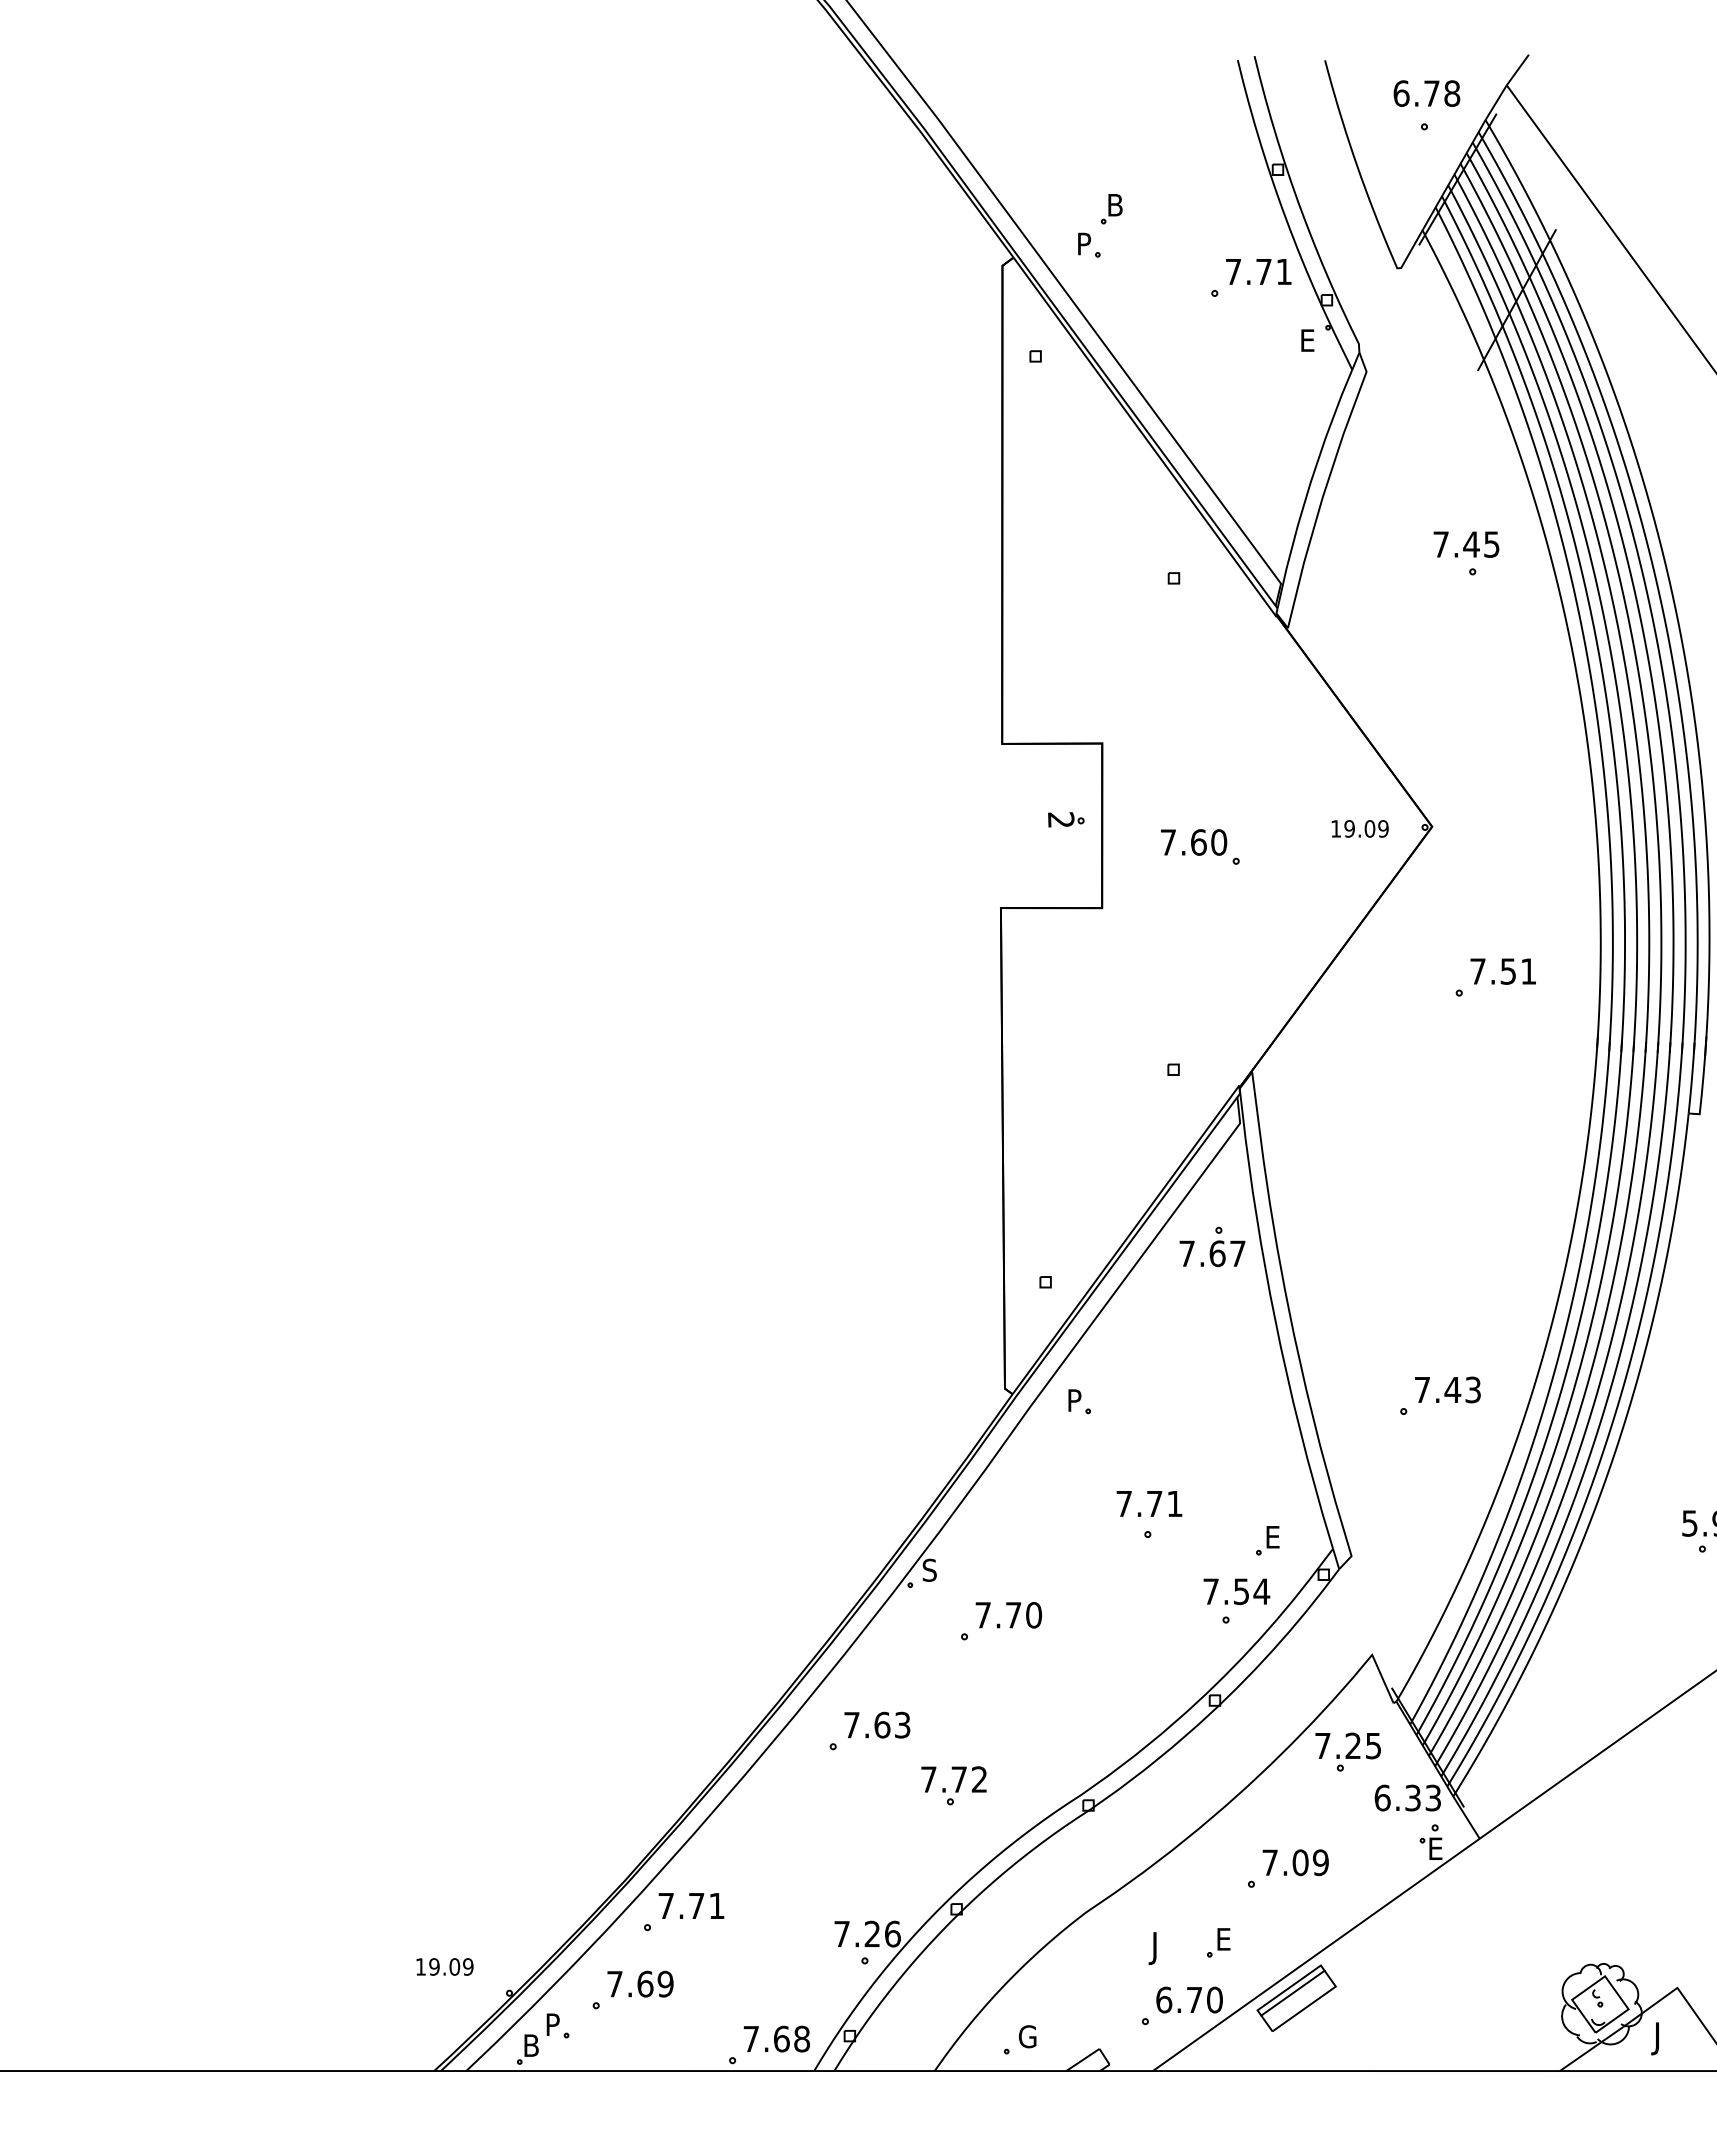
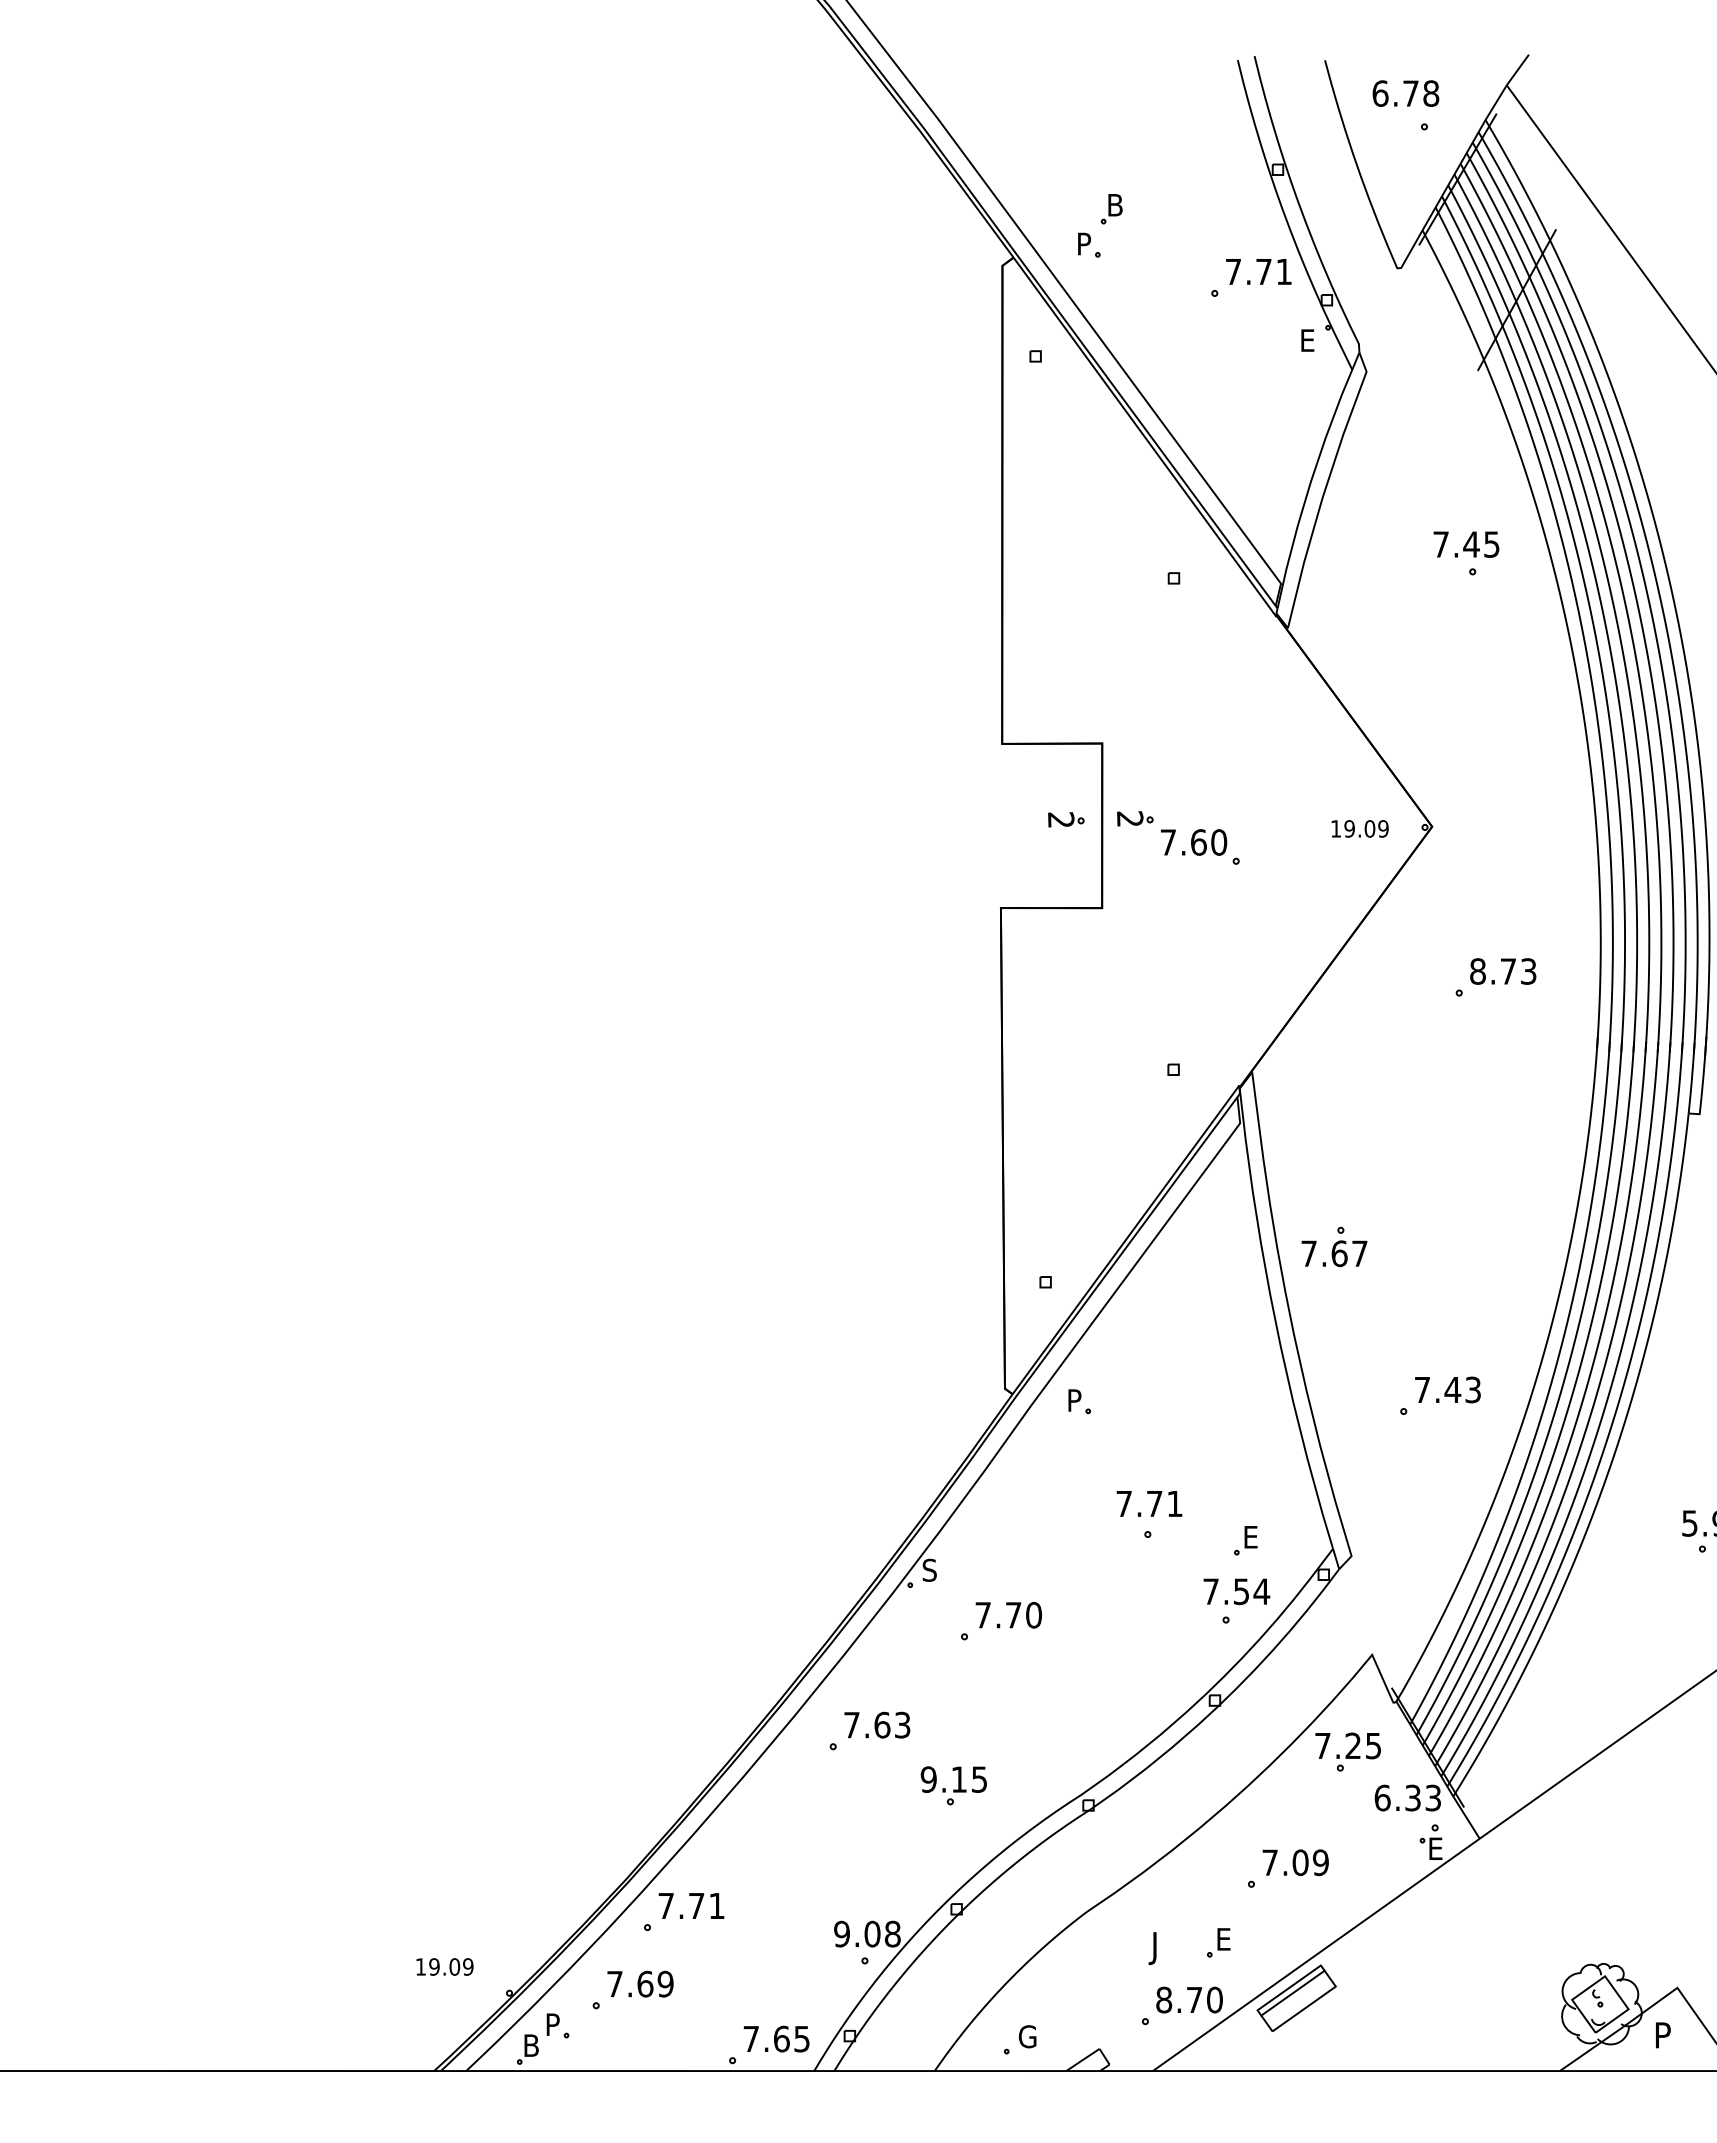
text at (1426, 93) position: (1426, 93) -> (1405, 93)
part at (1135, 818): none -> present
text at (1503, 971): 7.51 -> 8.73
part at (1212, 1246) position: (1212, 1246) -> (1334, 1246)
part at (1267, 1540) position: (1267, 1540) -> (1245, 1540)
text at (953, 1779): 7.72 -> 9.15
text at (867, 1933): 7.26 -> 9.08
text at (1164, 1999): 6.70 -> 8.70
text at (802, 2038): 7.68 -> 7.65
text at (1660, 2038): J -> P
